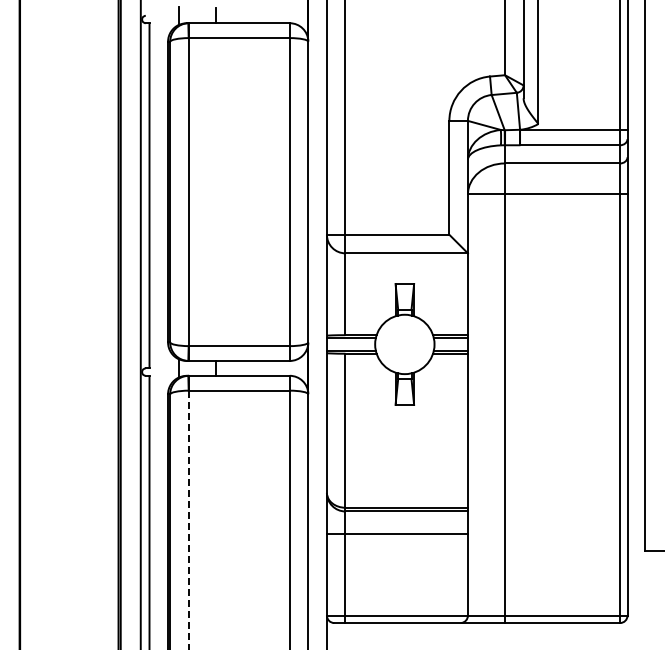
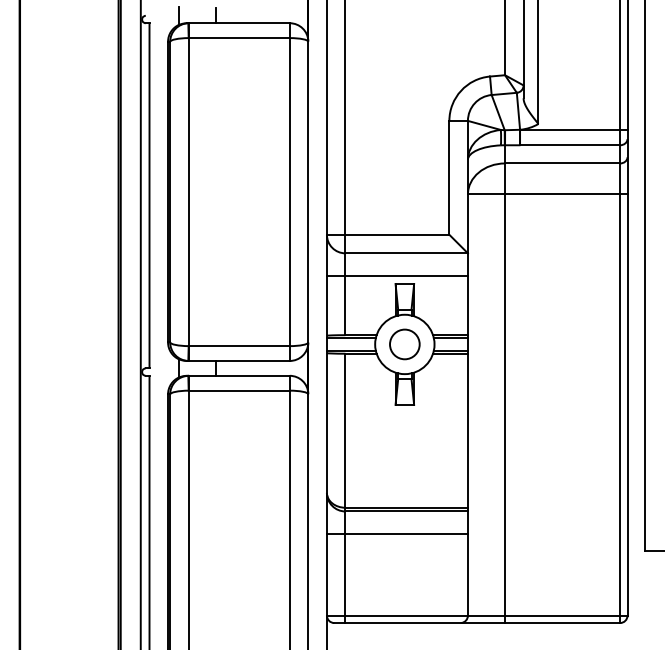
line at (396, 275): none -> present
circle at (404, 344): none -> present
line at (188, 520): dashed -> solid
